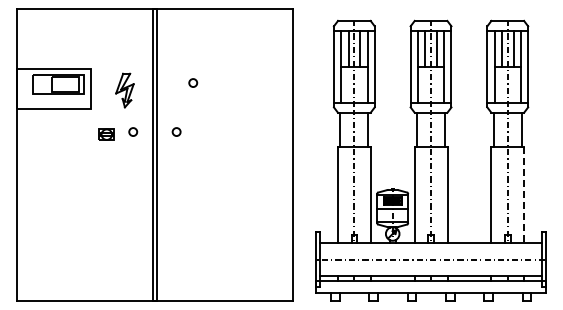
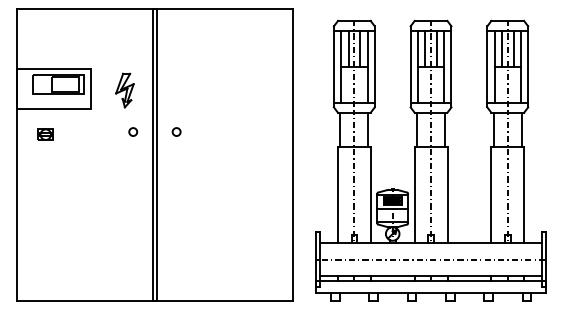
circle at (193, 82): present -> none
part at (106, 134) position: (106, 134) -> (45, 134)
line at (524, 195): dashed -> solid
